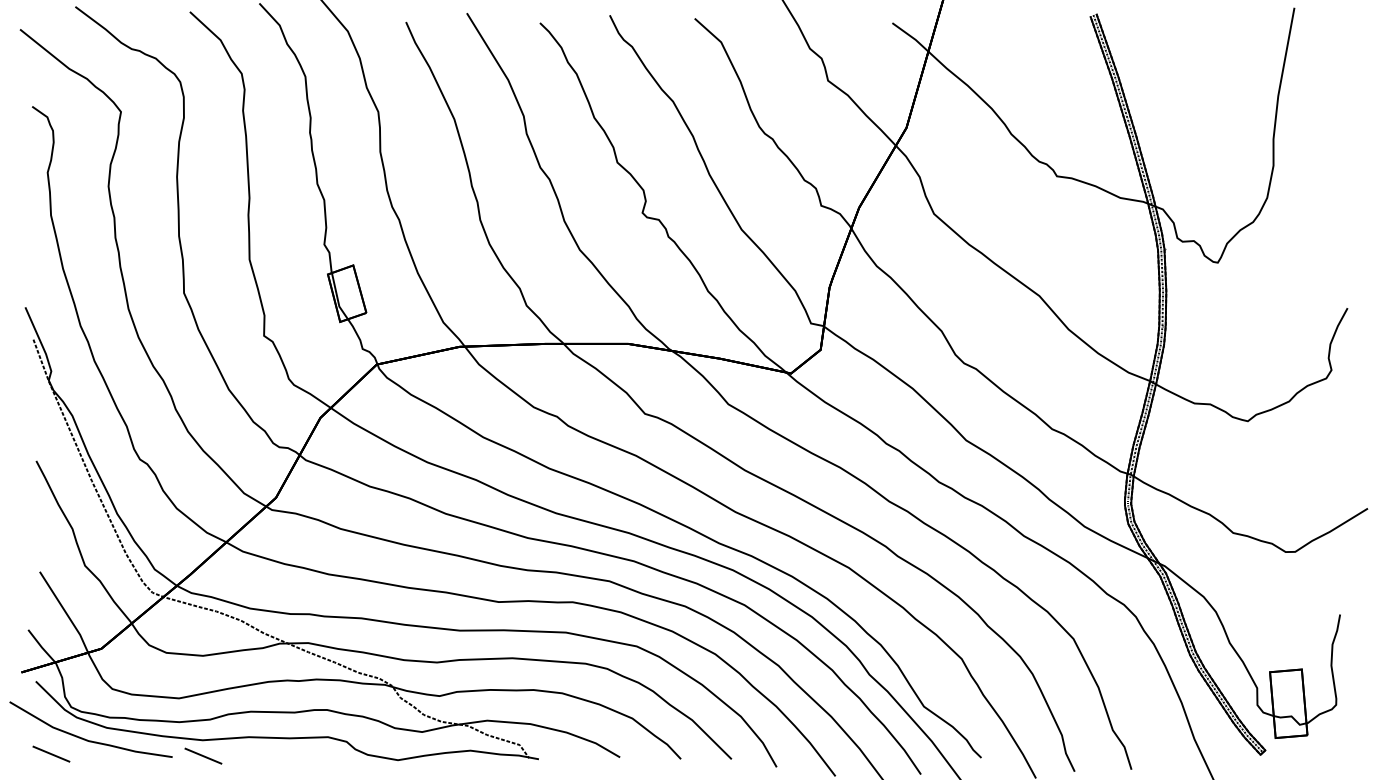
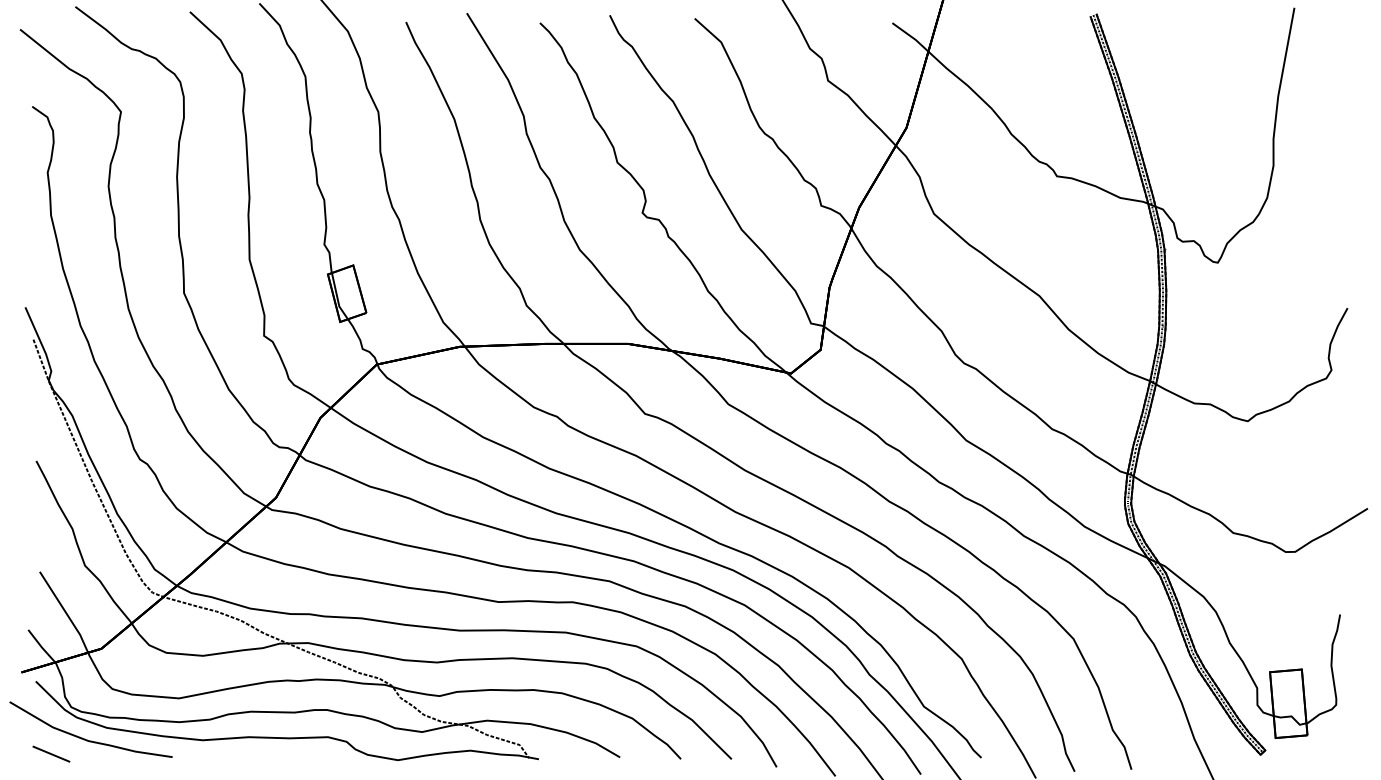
line at (203, 755): present -> none
